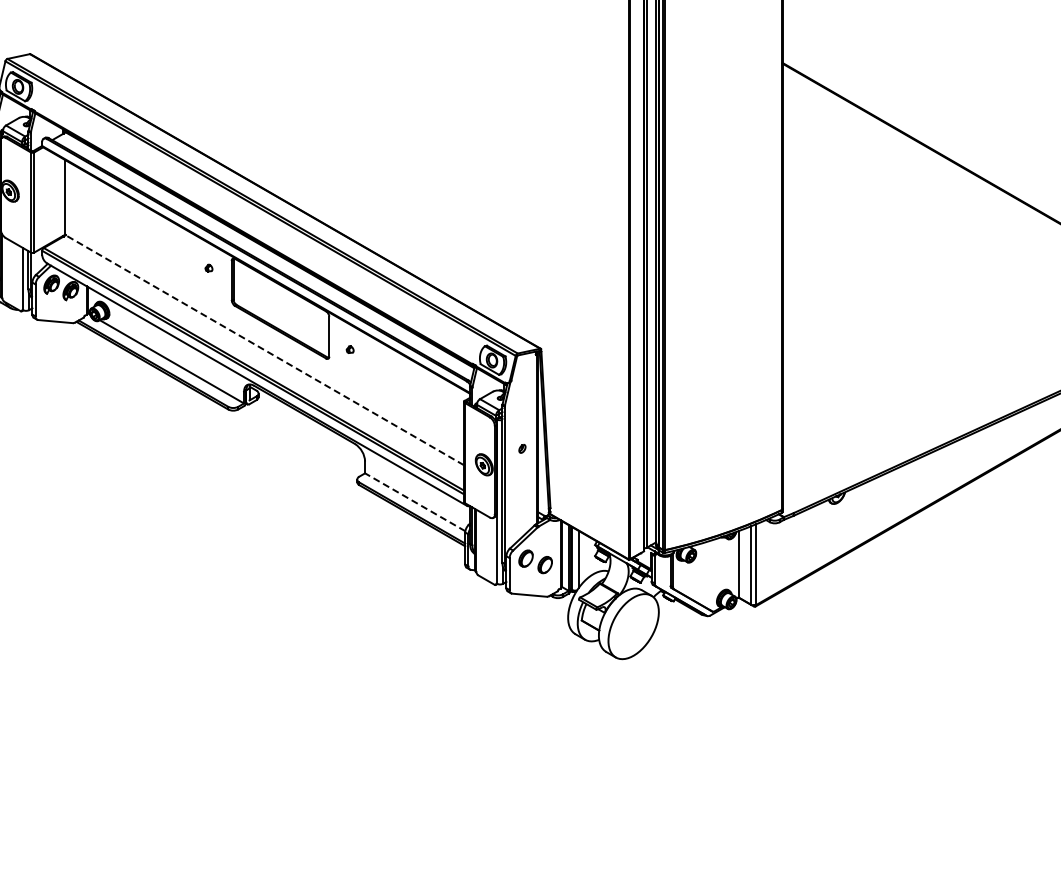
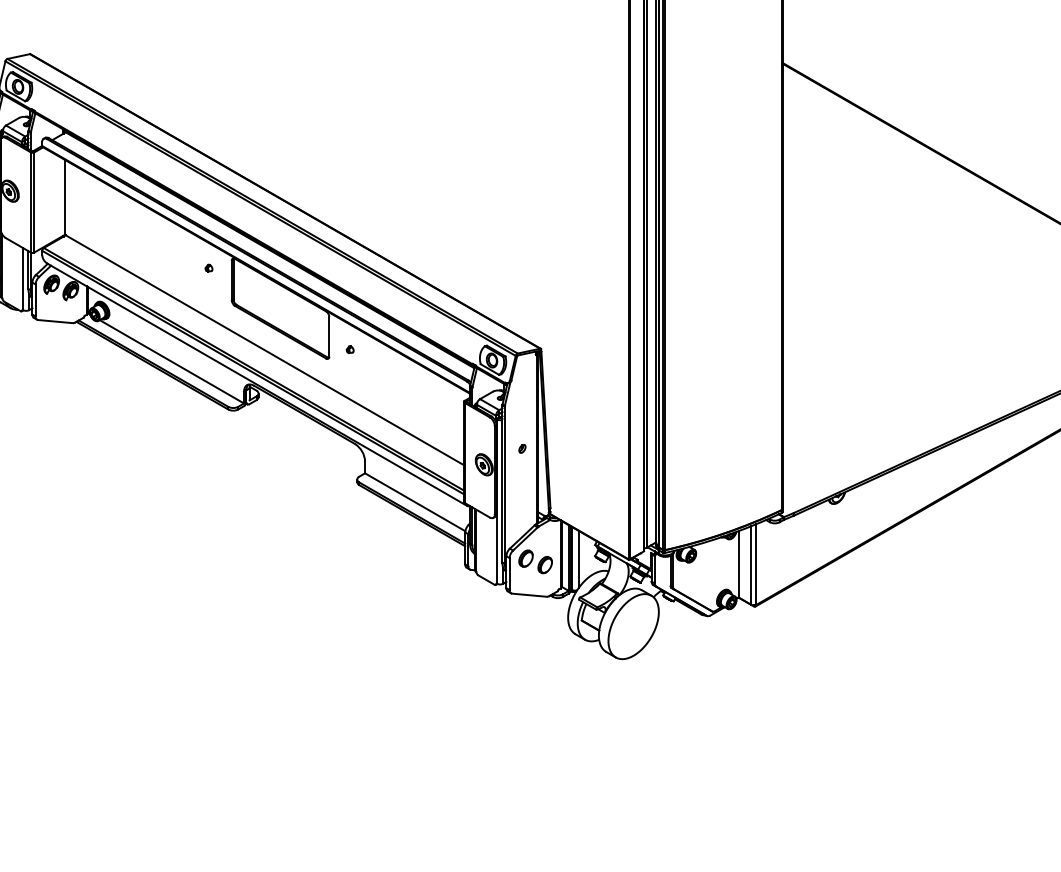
line at (264, 350): dashed -> solid
line at (415, 502): dashed -> solid
